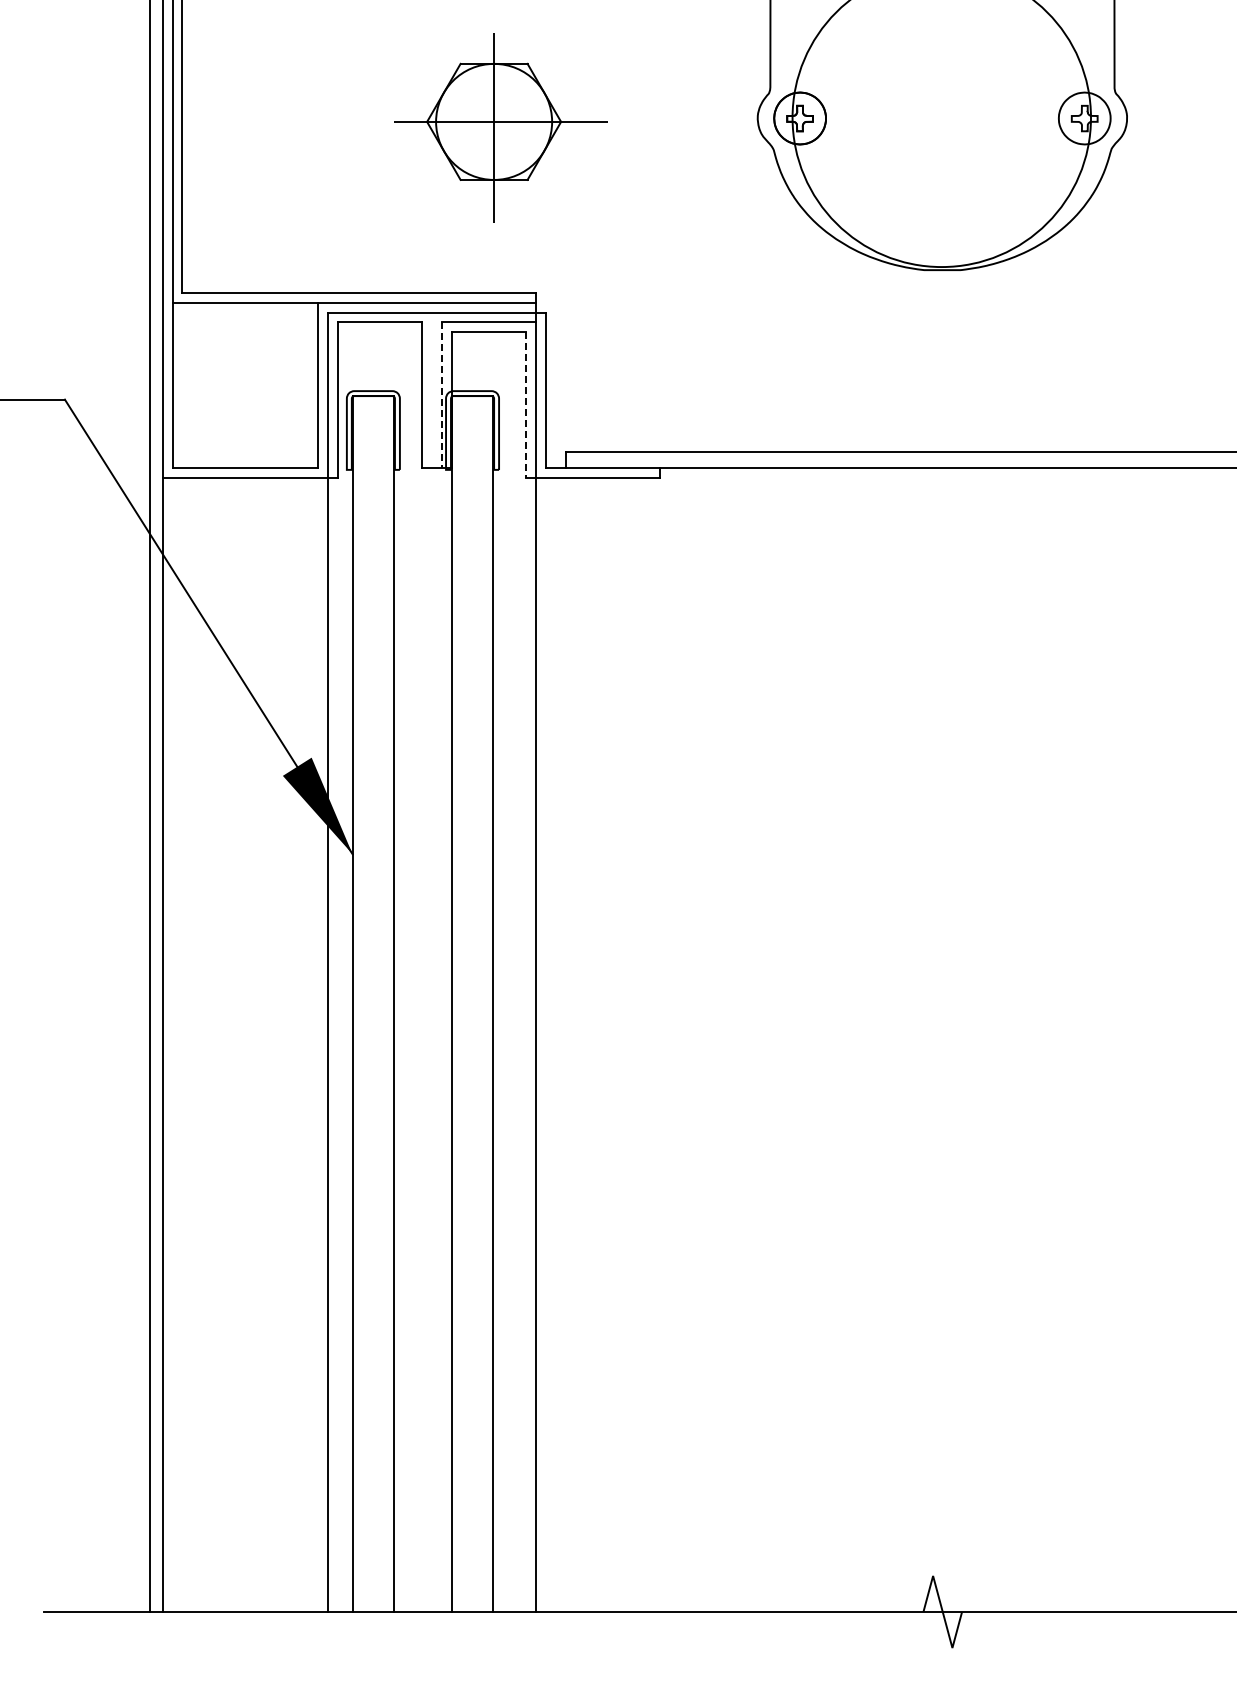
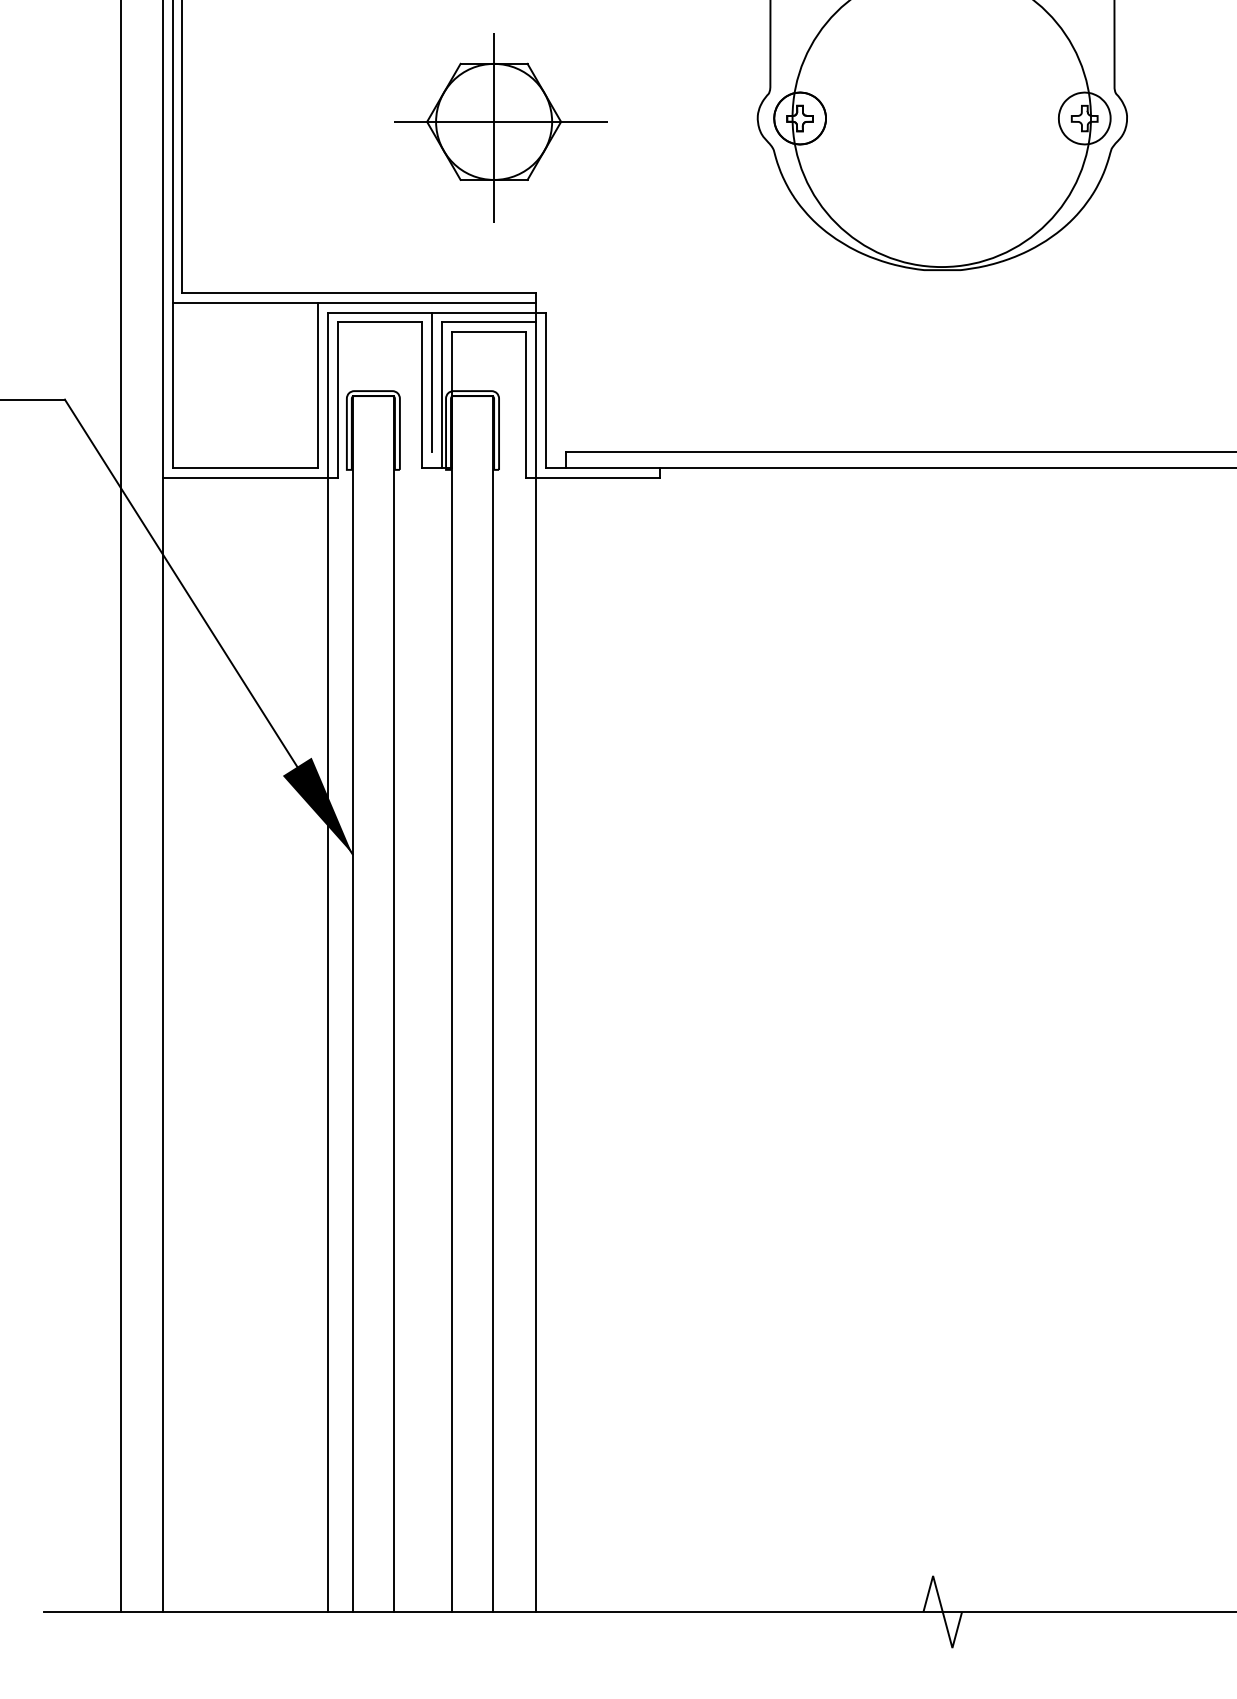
line at (431, 381): none -> present
line at (441, 395): dashed -> solid
line at (525, 405): dashed -> solid
line at (150, 806) position: (150, 806) -> (121, 806)
